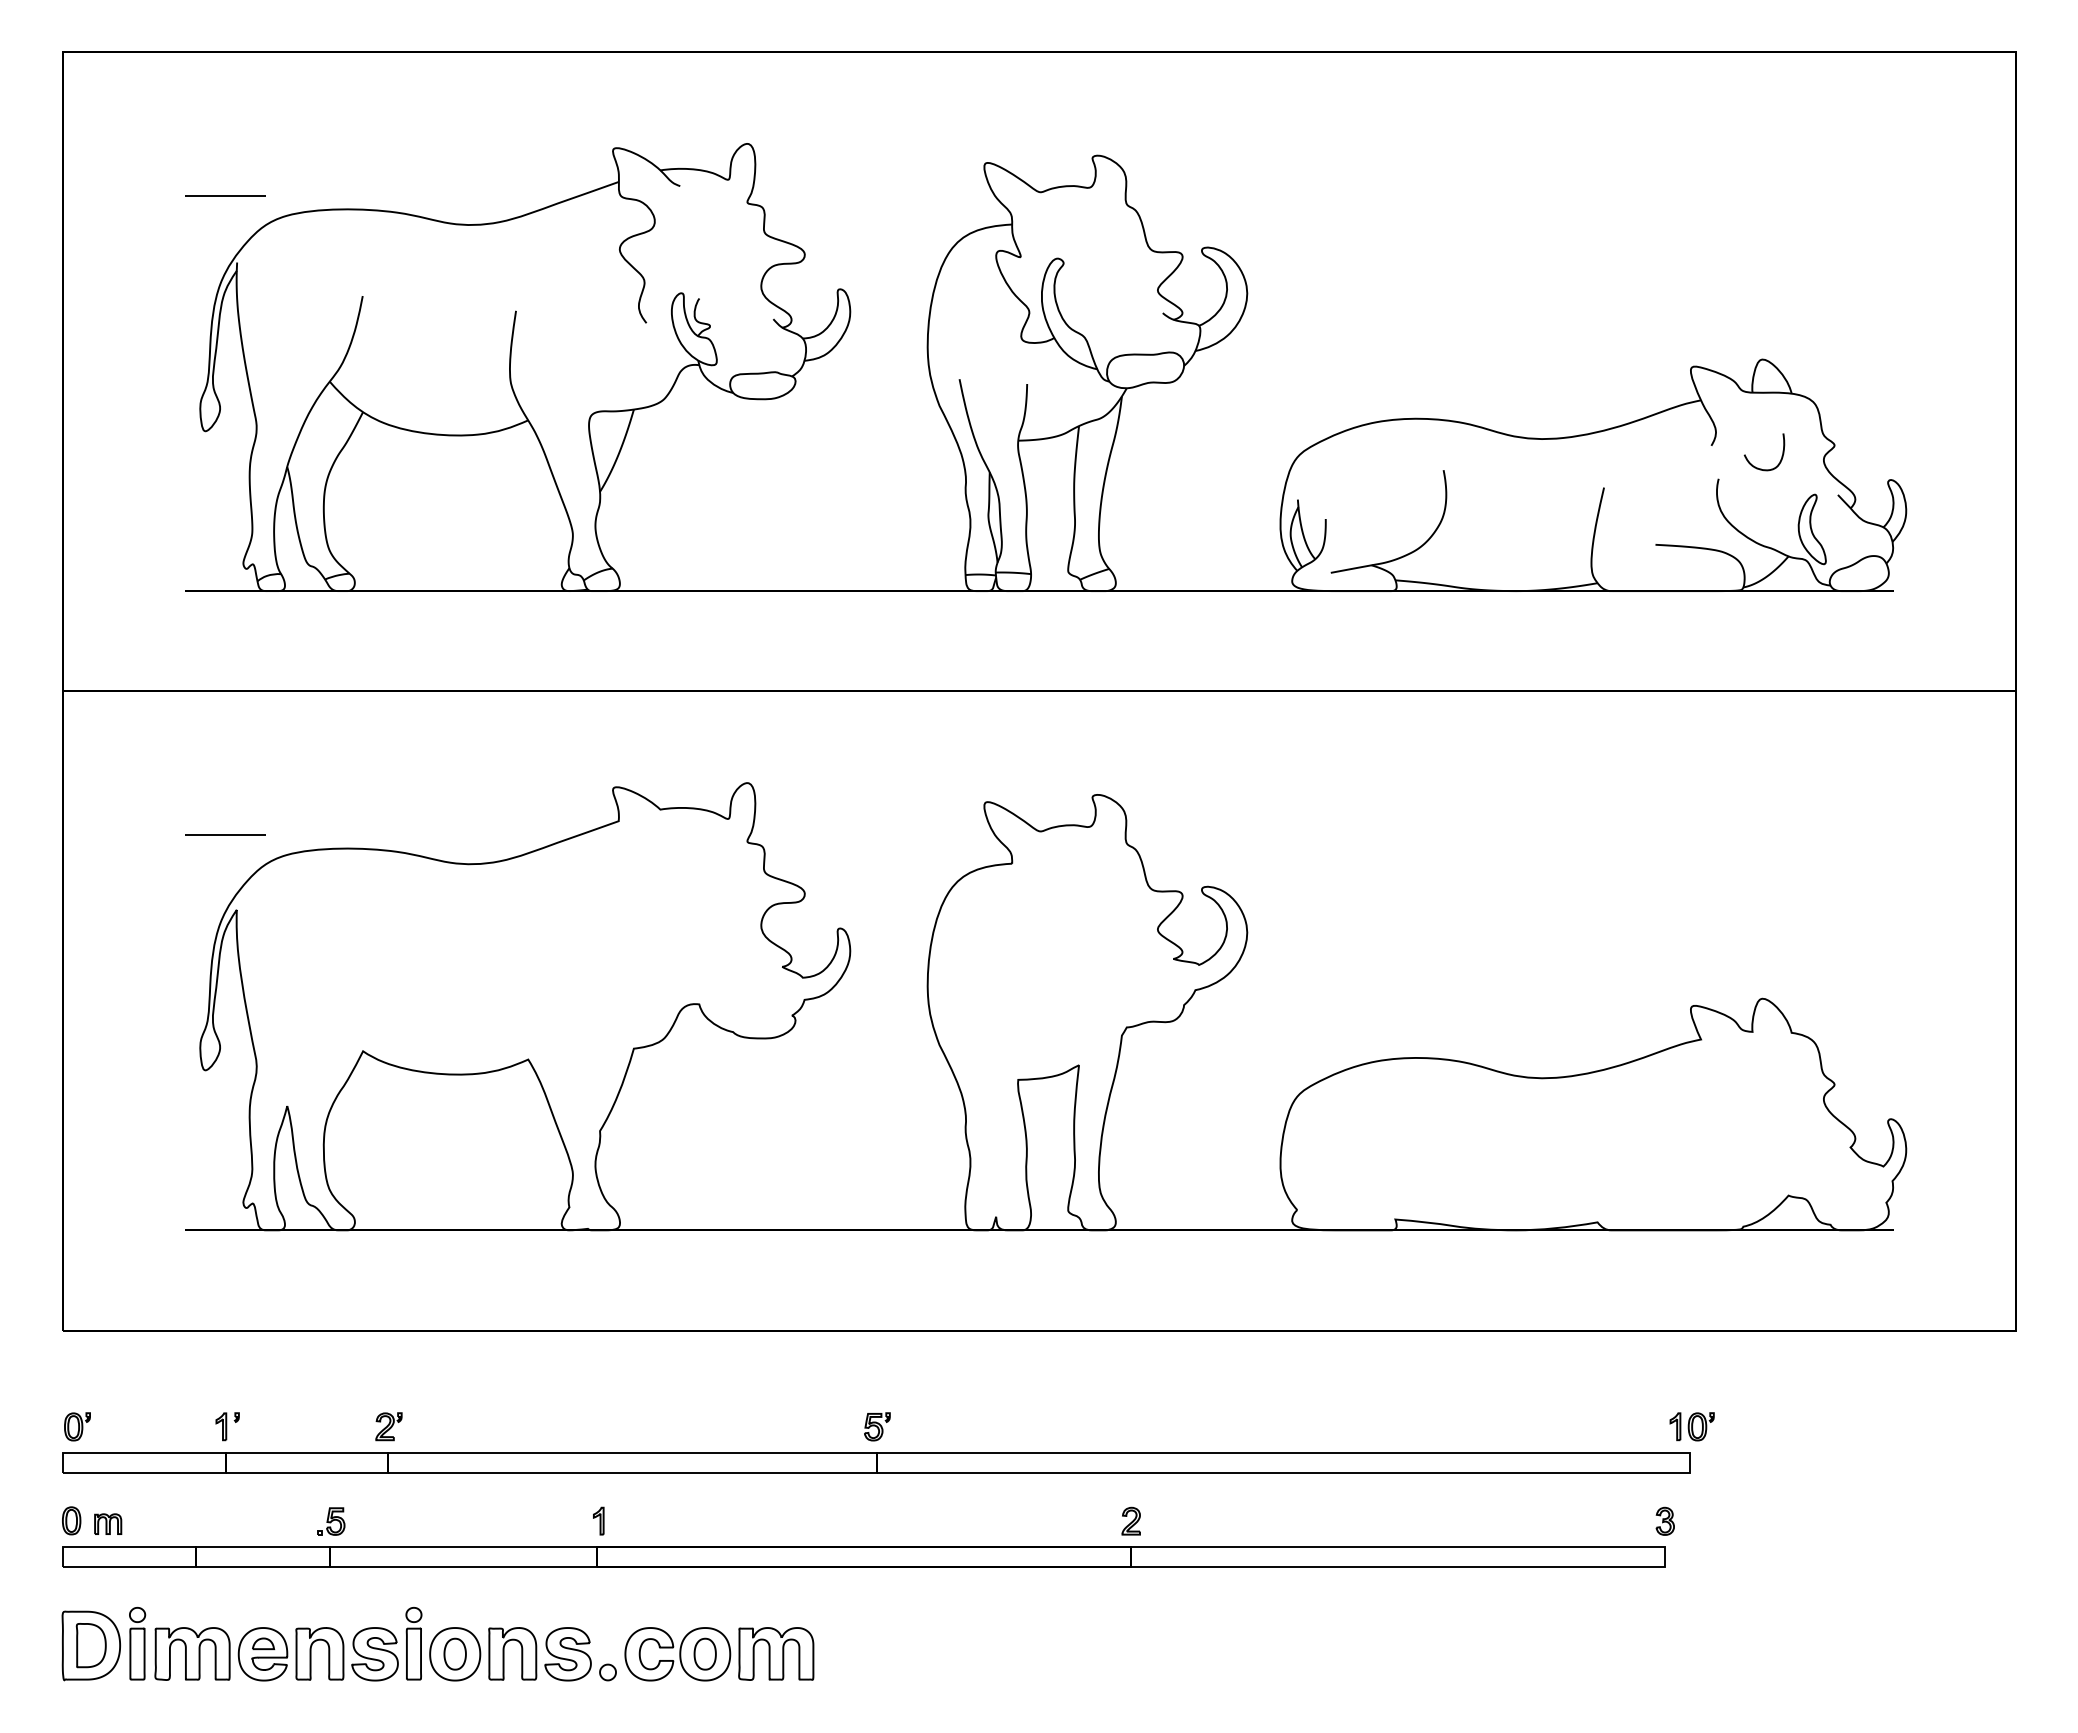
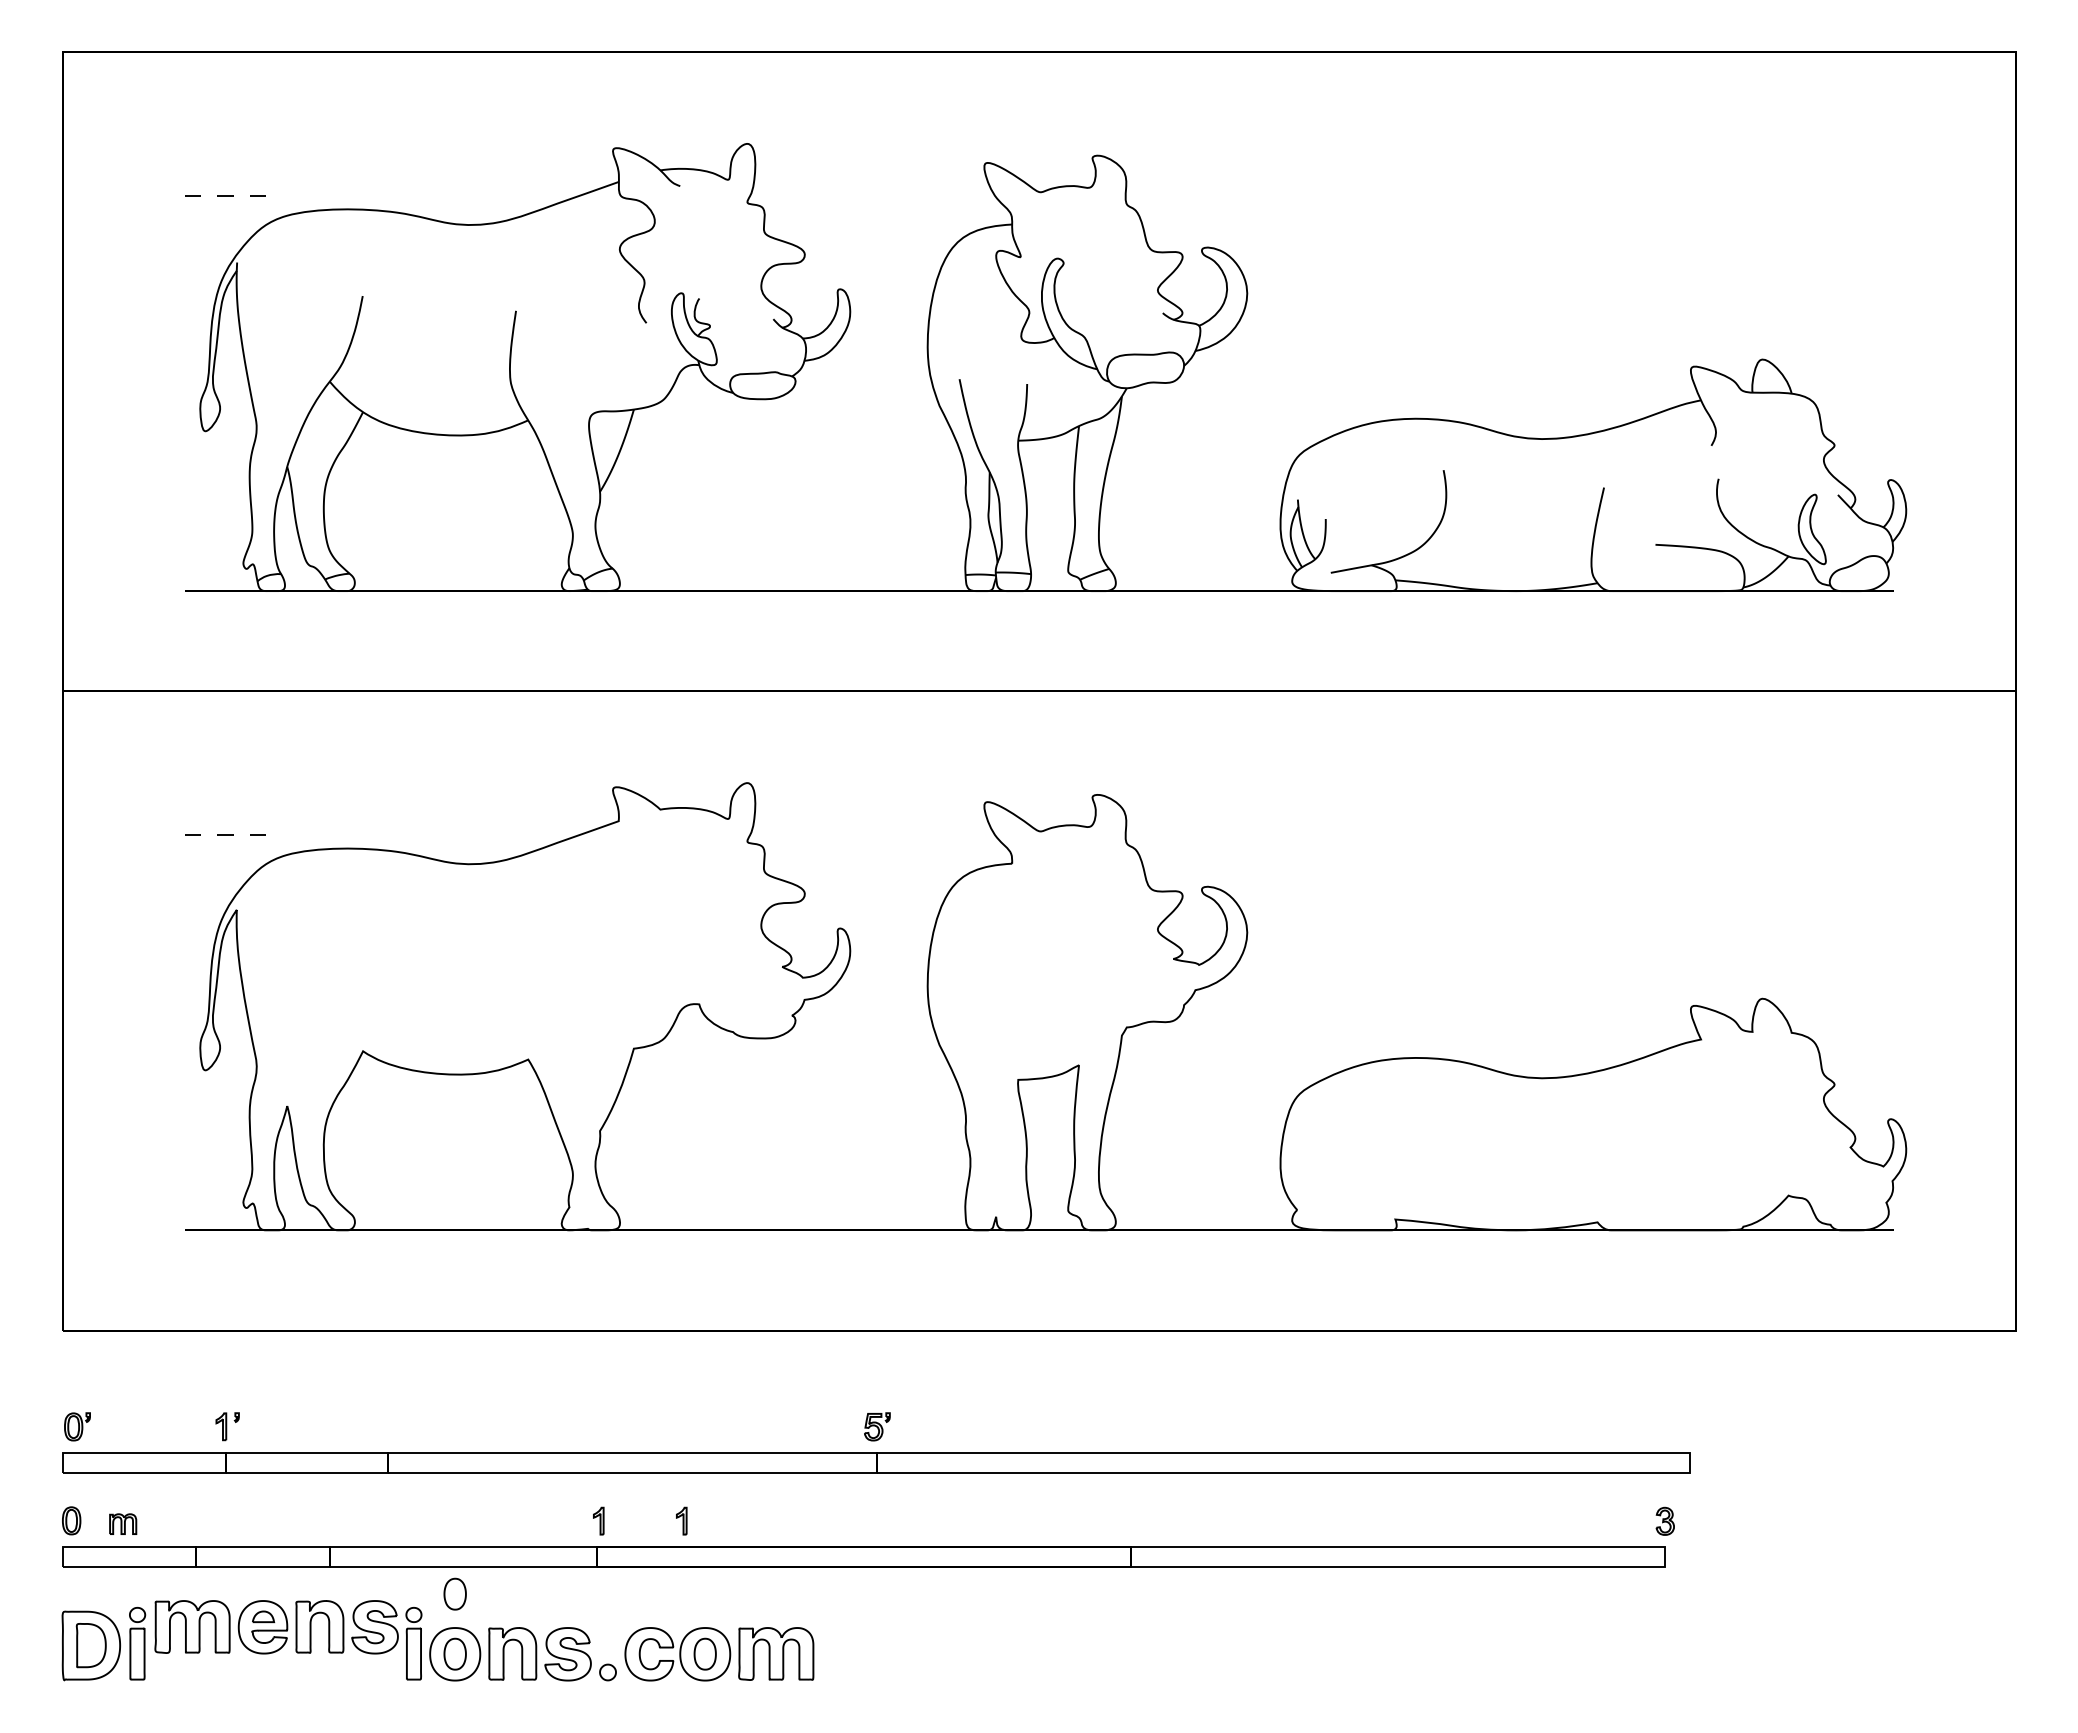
line at (225, 195): solid -> dashed
curve at (1758, 467): present -> none
line at (225, 835): solid -> dashed
part at (388, 1426): present -> none
part at (1691, 1426): present -> none
part at (681, 1520): none -> present
part at (1130, 1520): present -> none
part at (331, 1521): present -> none
part at (108, 1523) position: (108, 1523) -> (123, 1523)
part at (454, 1593): none -> present
part at (276, 1654) position: (276, 1654) -> (276, 1627)
